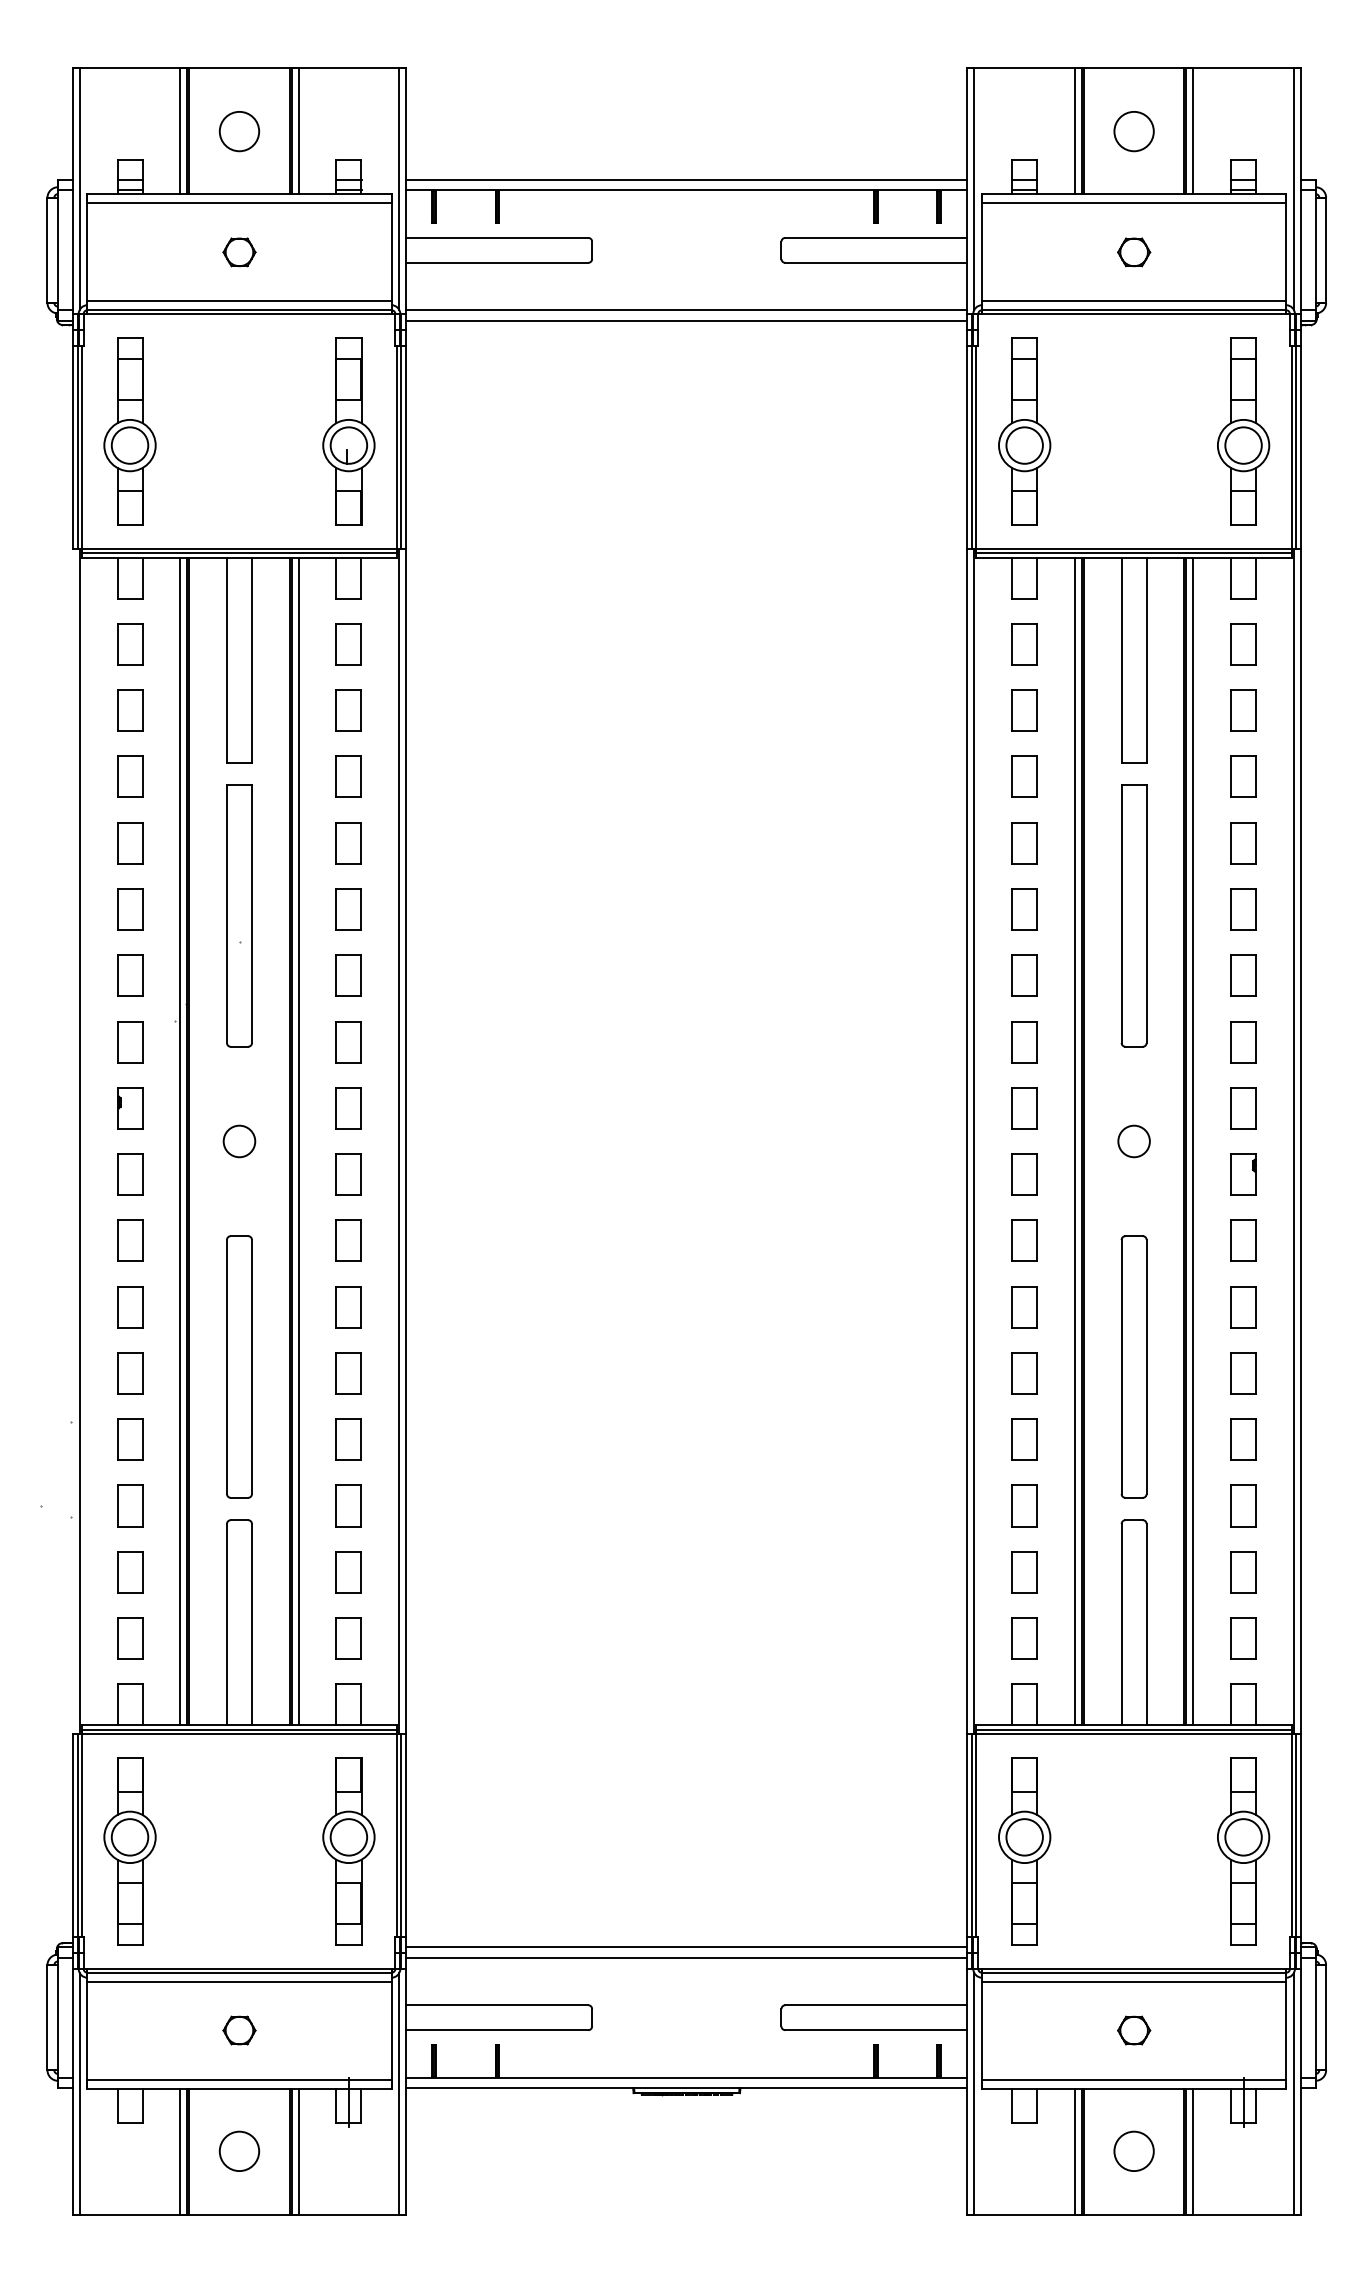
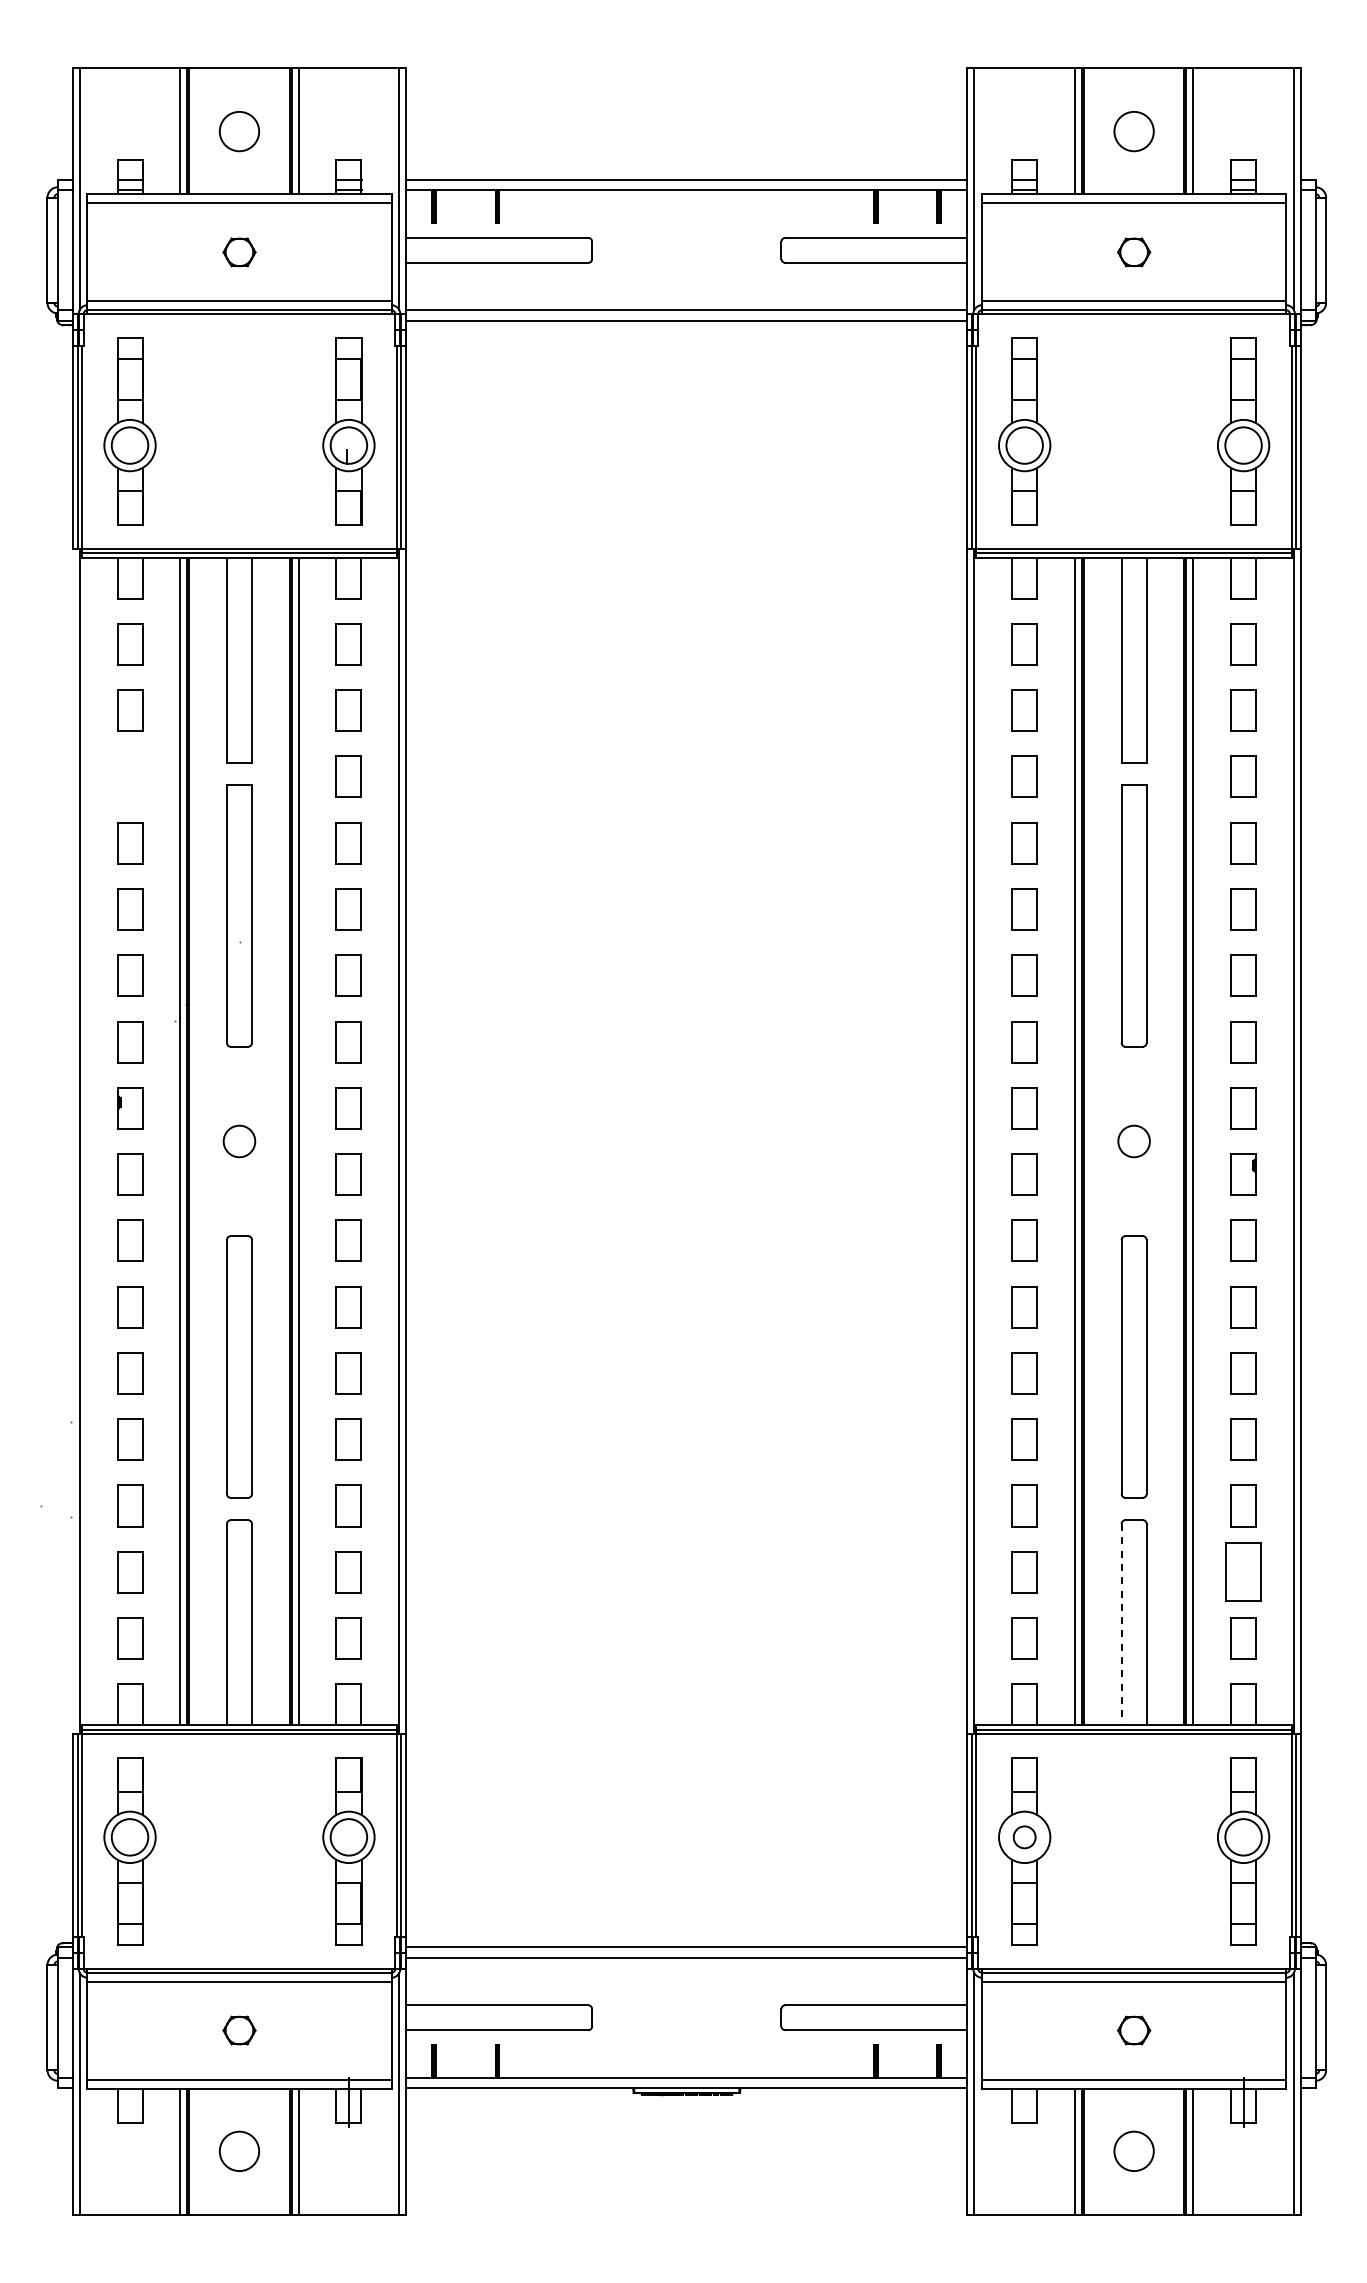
part at (130, 776): present -> none
part at (1243, 1572) size: 27x43 px -> 37x60 px
line at (1121, 1624): solid -> dashed
circle at (1024, 1837) diameter: 36 px -> 22 px
